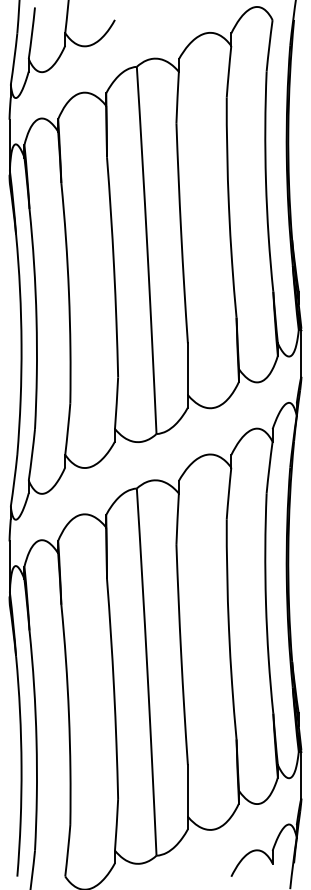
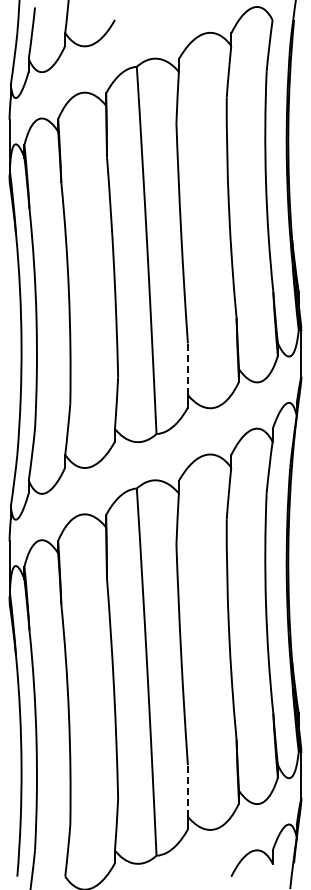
line at (187, 369): solid -> dashed
line at (187, 790): solid -> dashed
